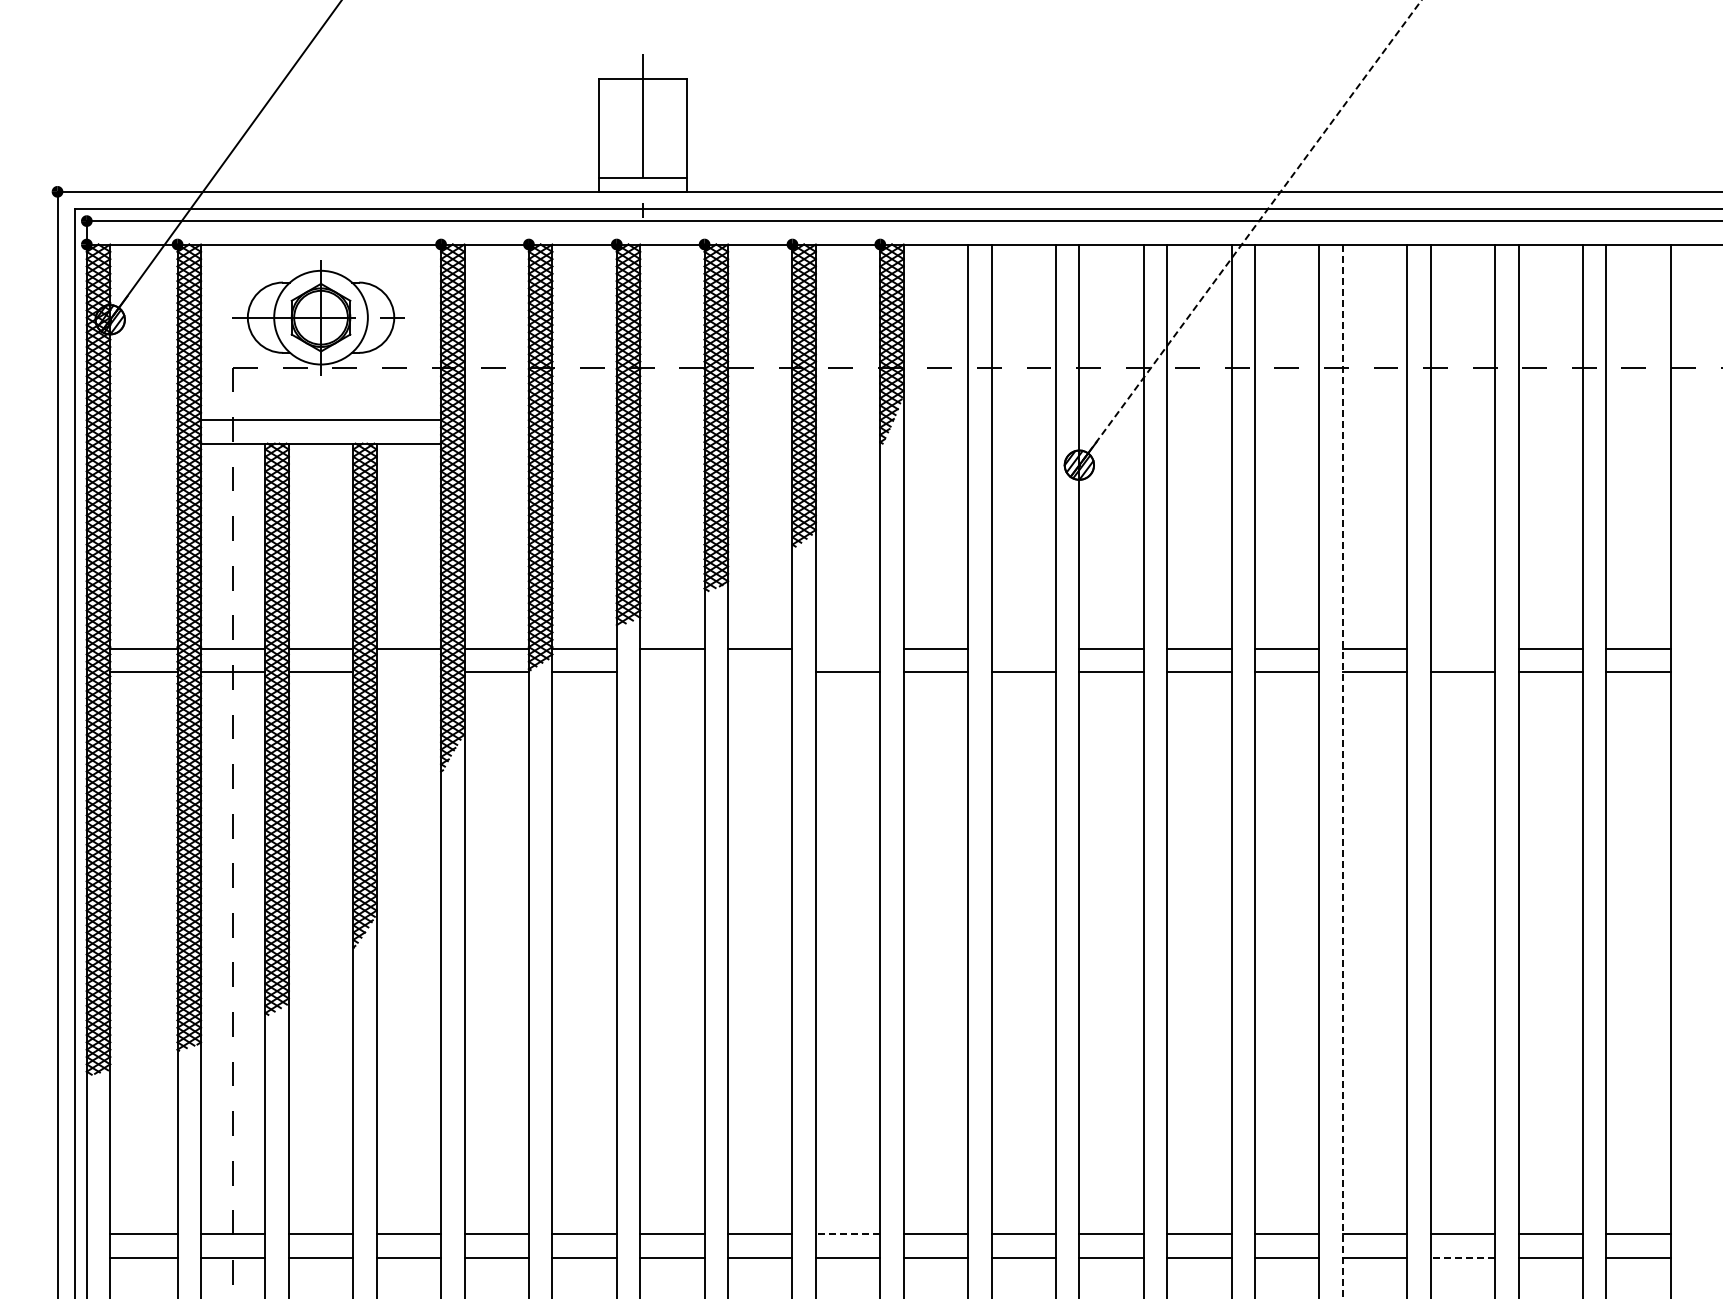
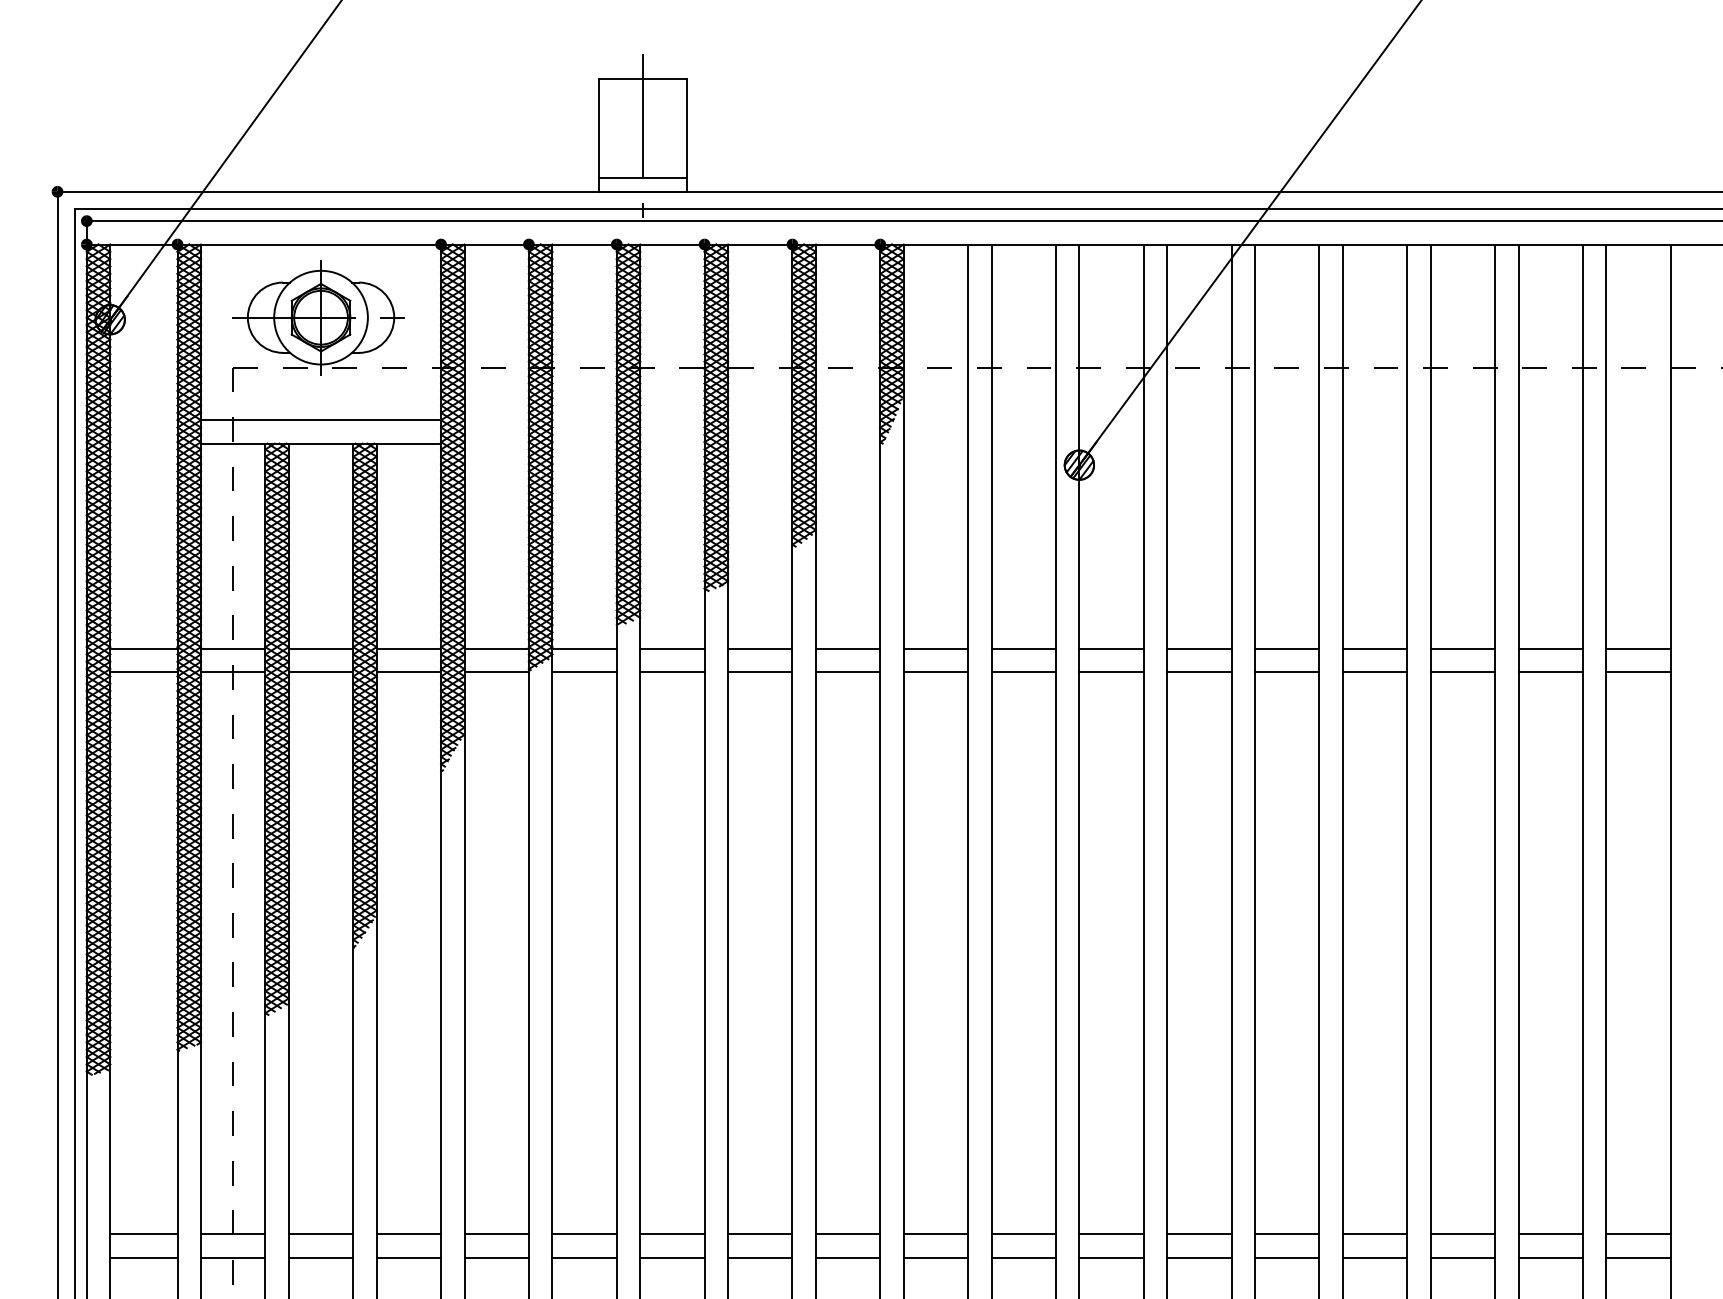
line at (1251, 230): dashed -> solid
line at (847, 648): none -> present
line at (1023, 648): none -> present
line at (1462, 648): none -> present
line at (408, 672): none -> present
line at (672, 672): none -> present
line at (760, 672): none -> present
line at (1342, 771): dashed -> solid
line at (847, 1234): dashed -> solid
line at (1462, 1257): dashed -> solid
